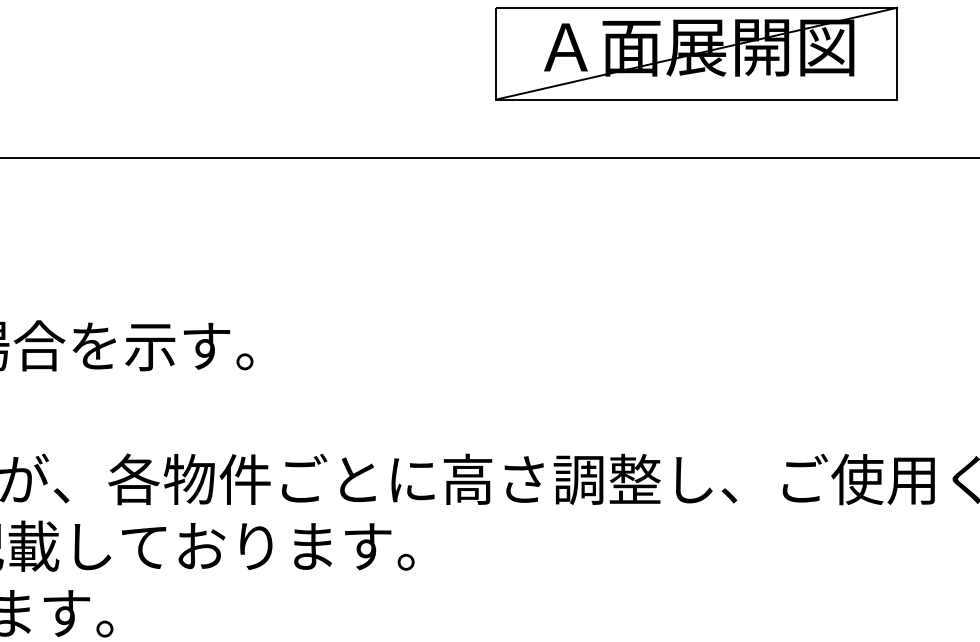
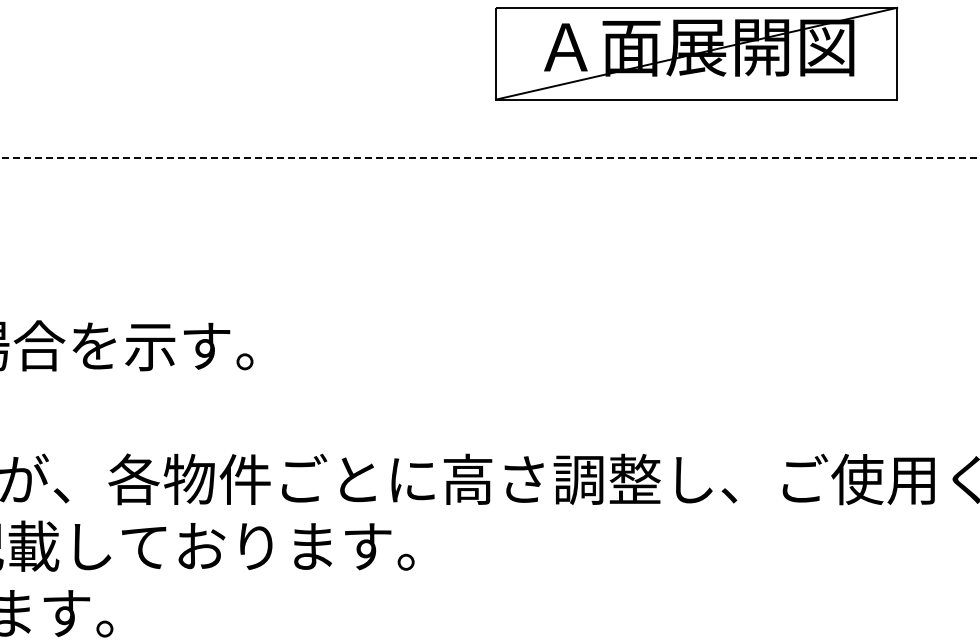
line at (490, 158): solid -> dashed
